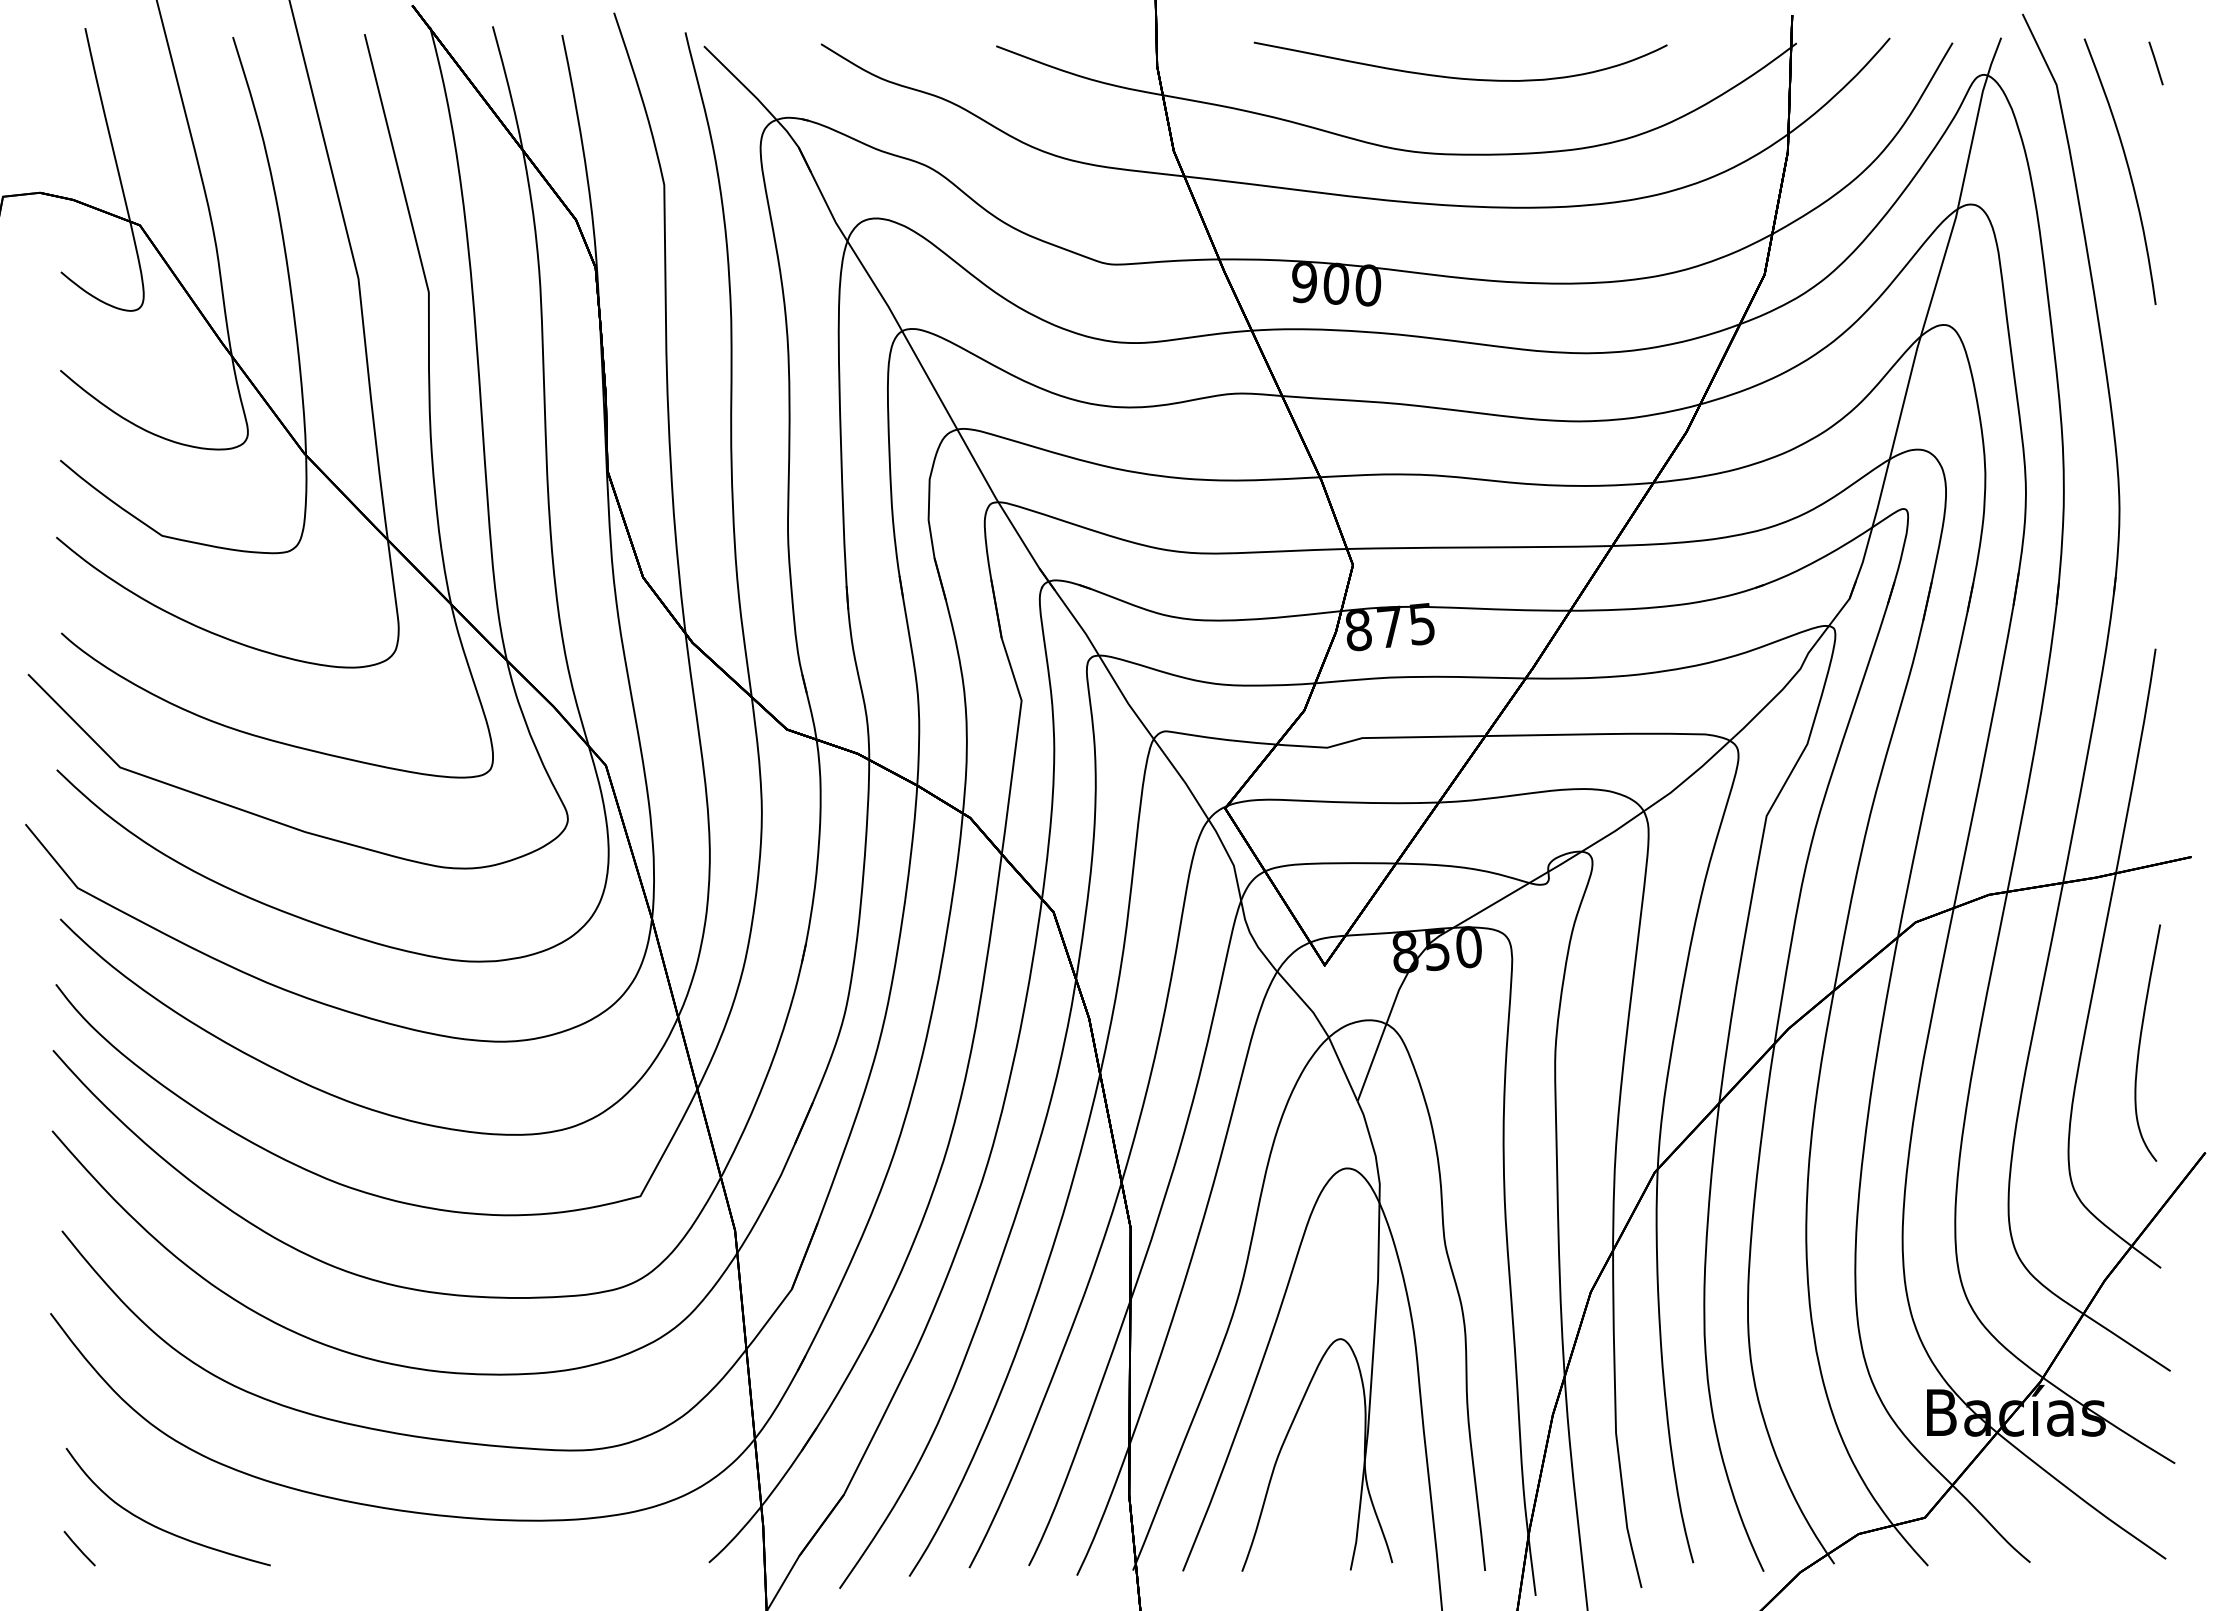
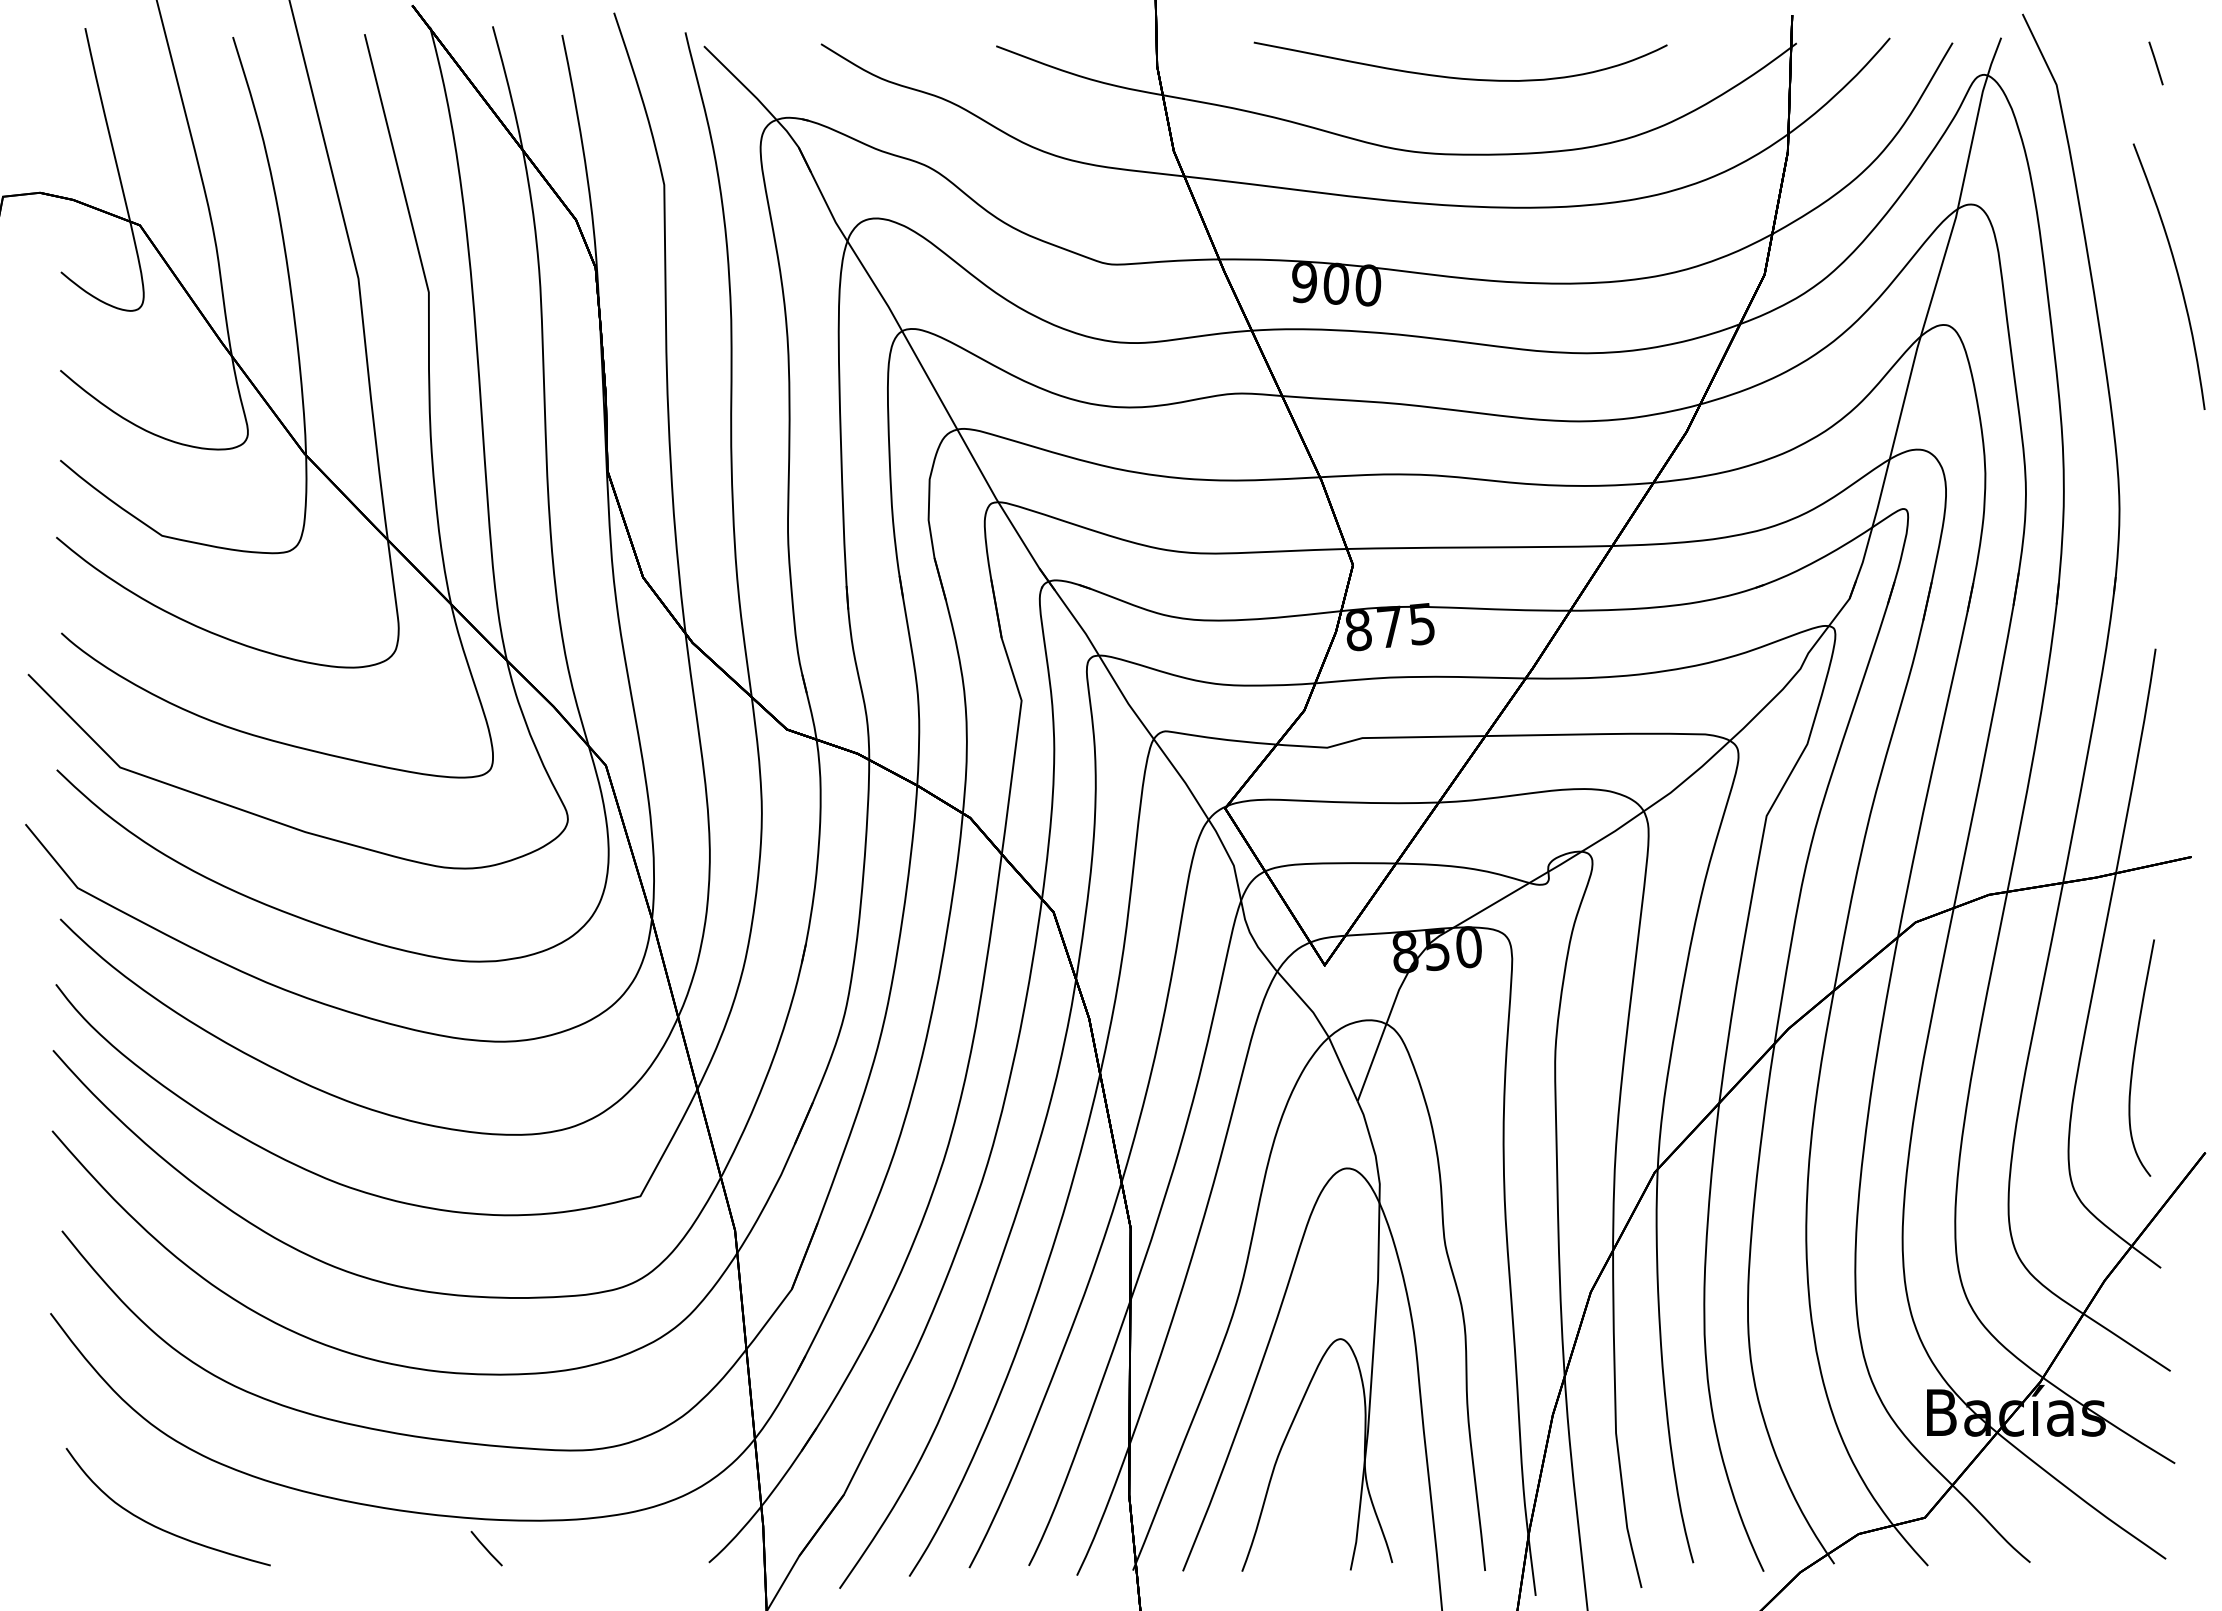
curve at (2127, 168) position: (2127, 168) -> (2176, 273)
curve at (2141, 1039) position: (2141, 1039) -> (2135, 1054)
line at (79, 1548) position: (79, 1548) -> (486, 1548)
